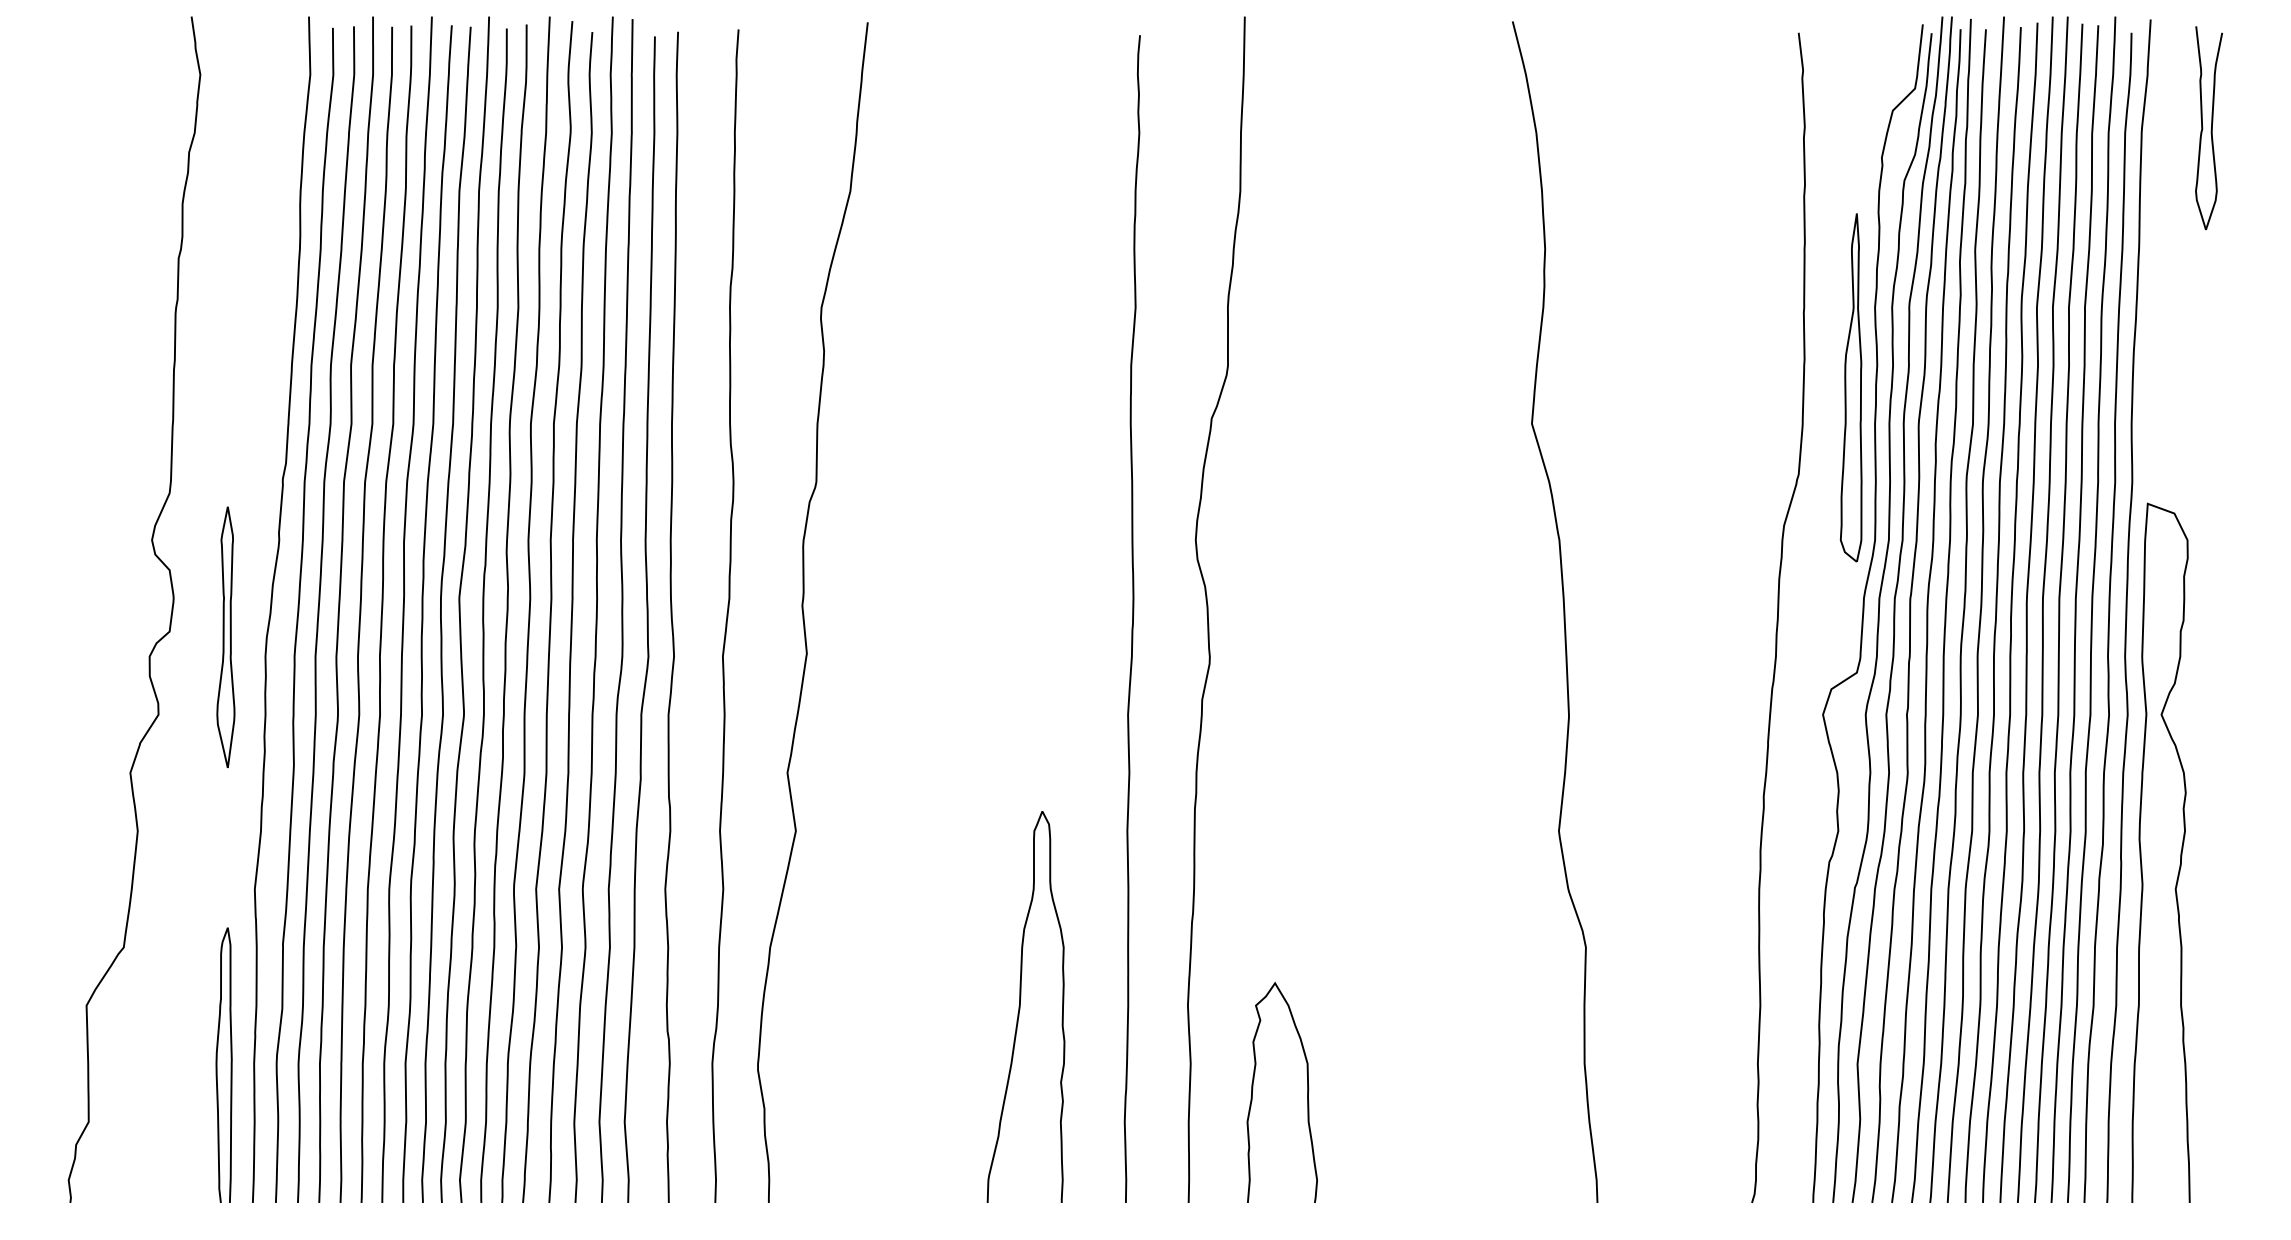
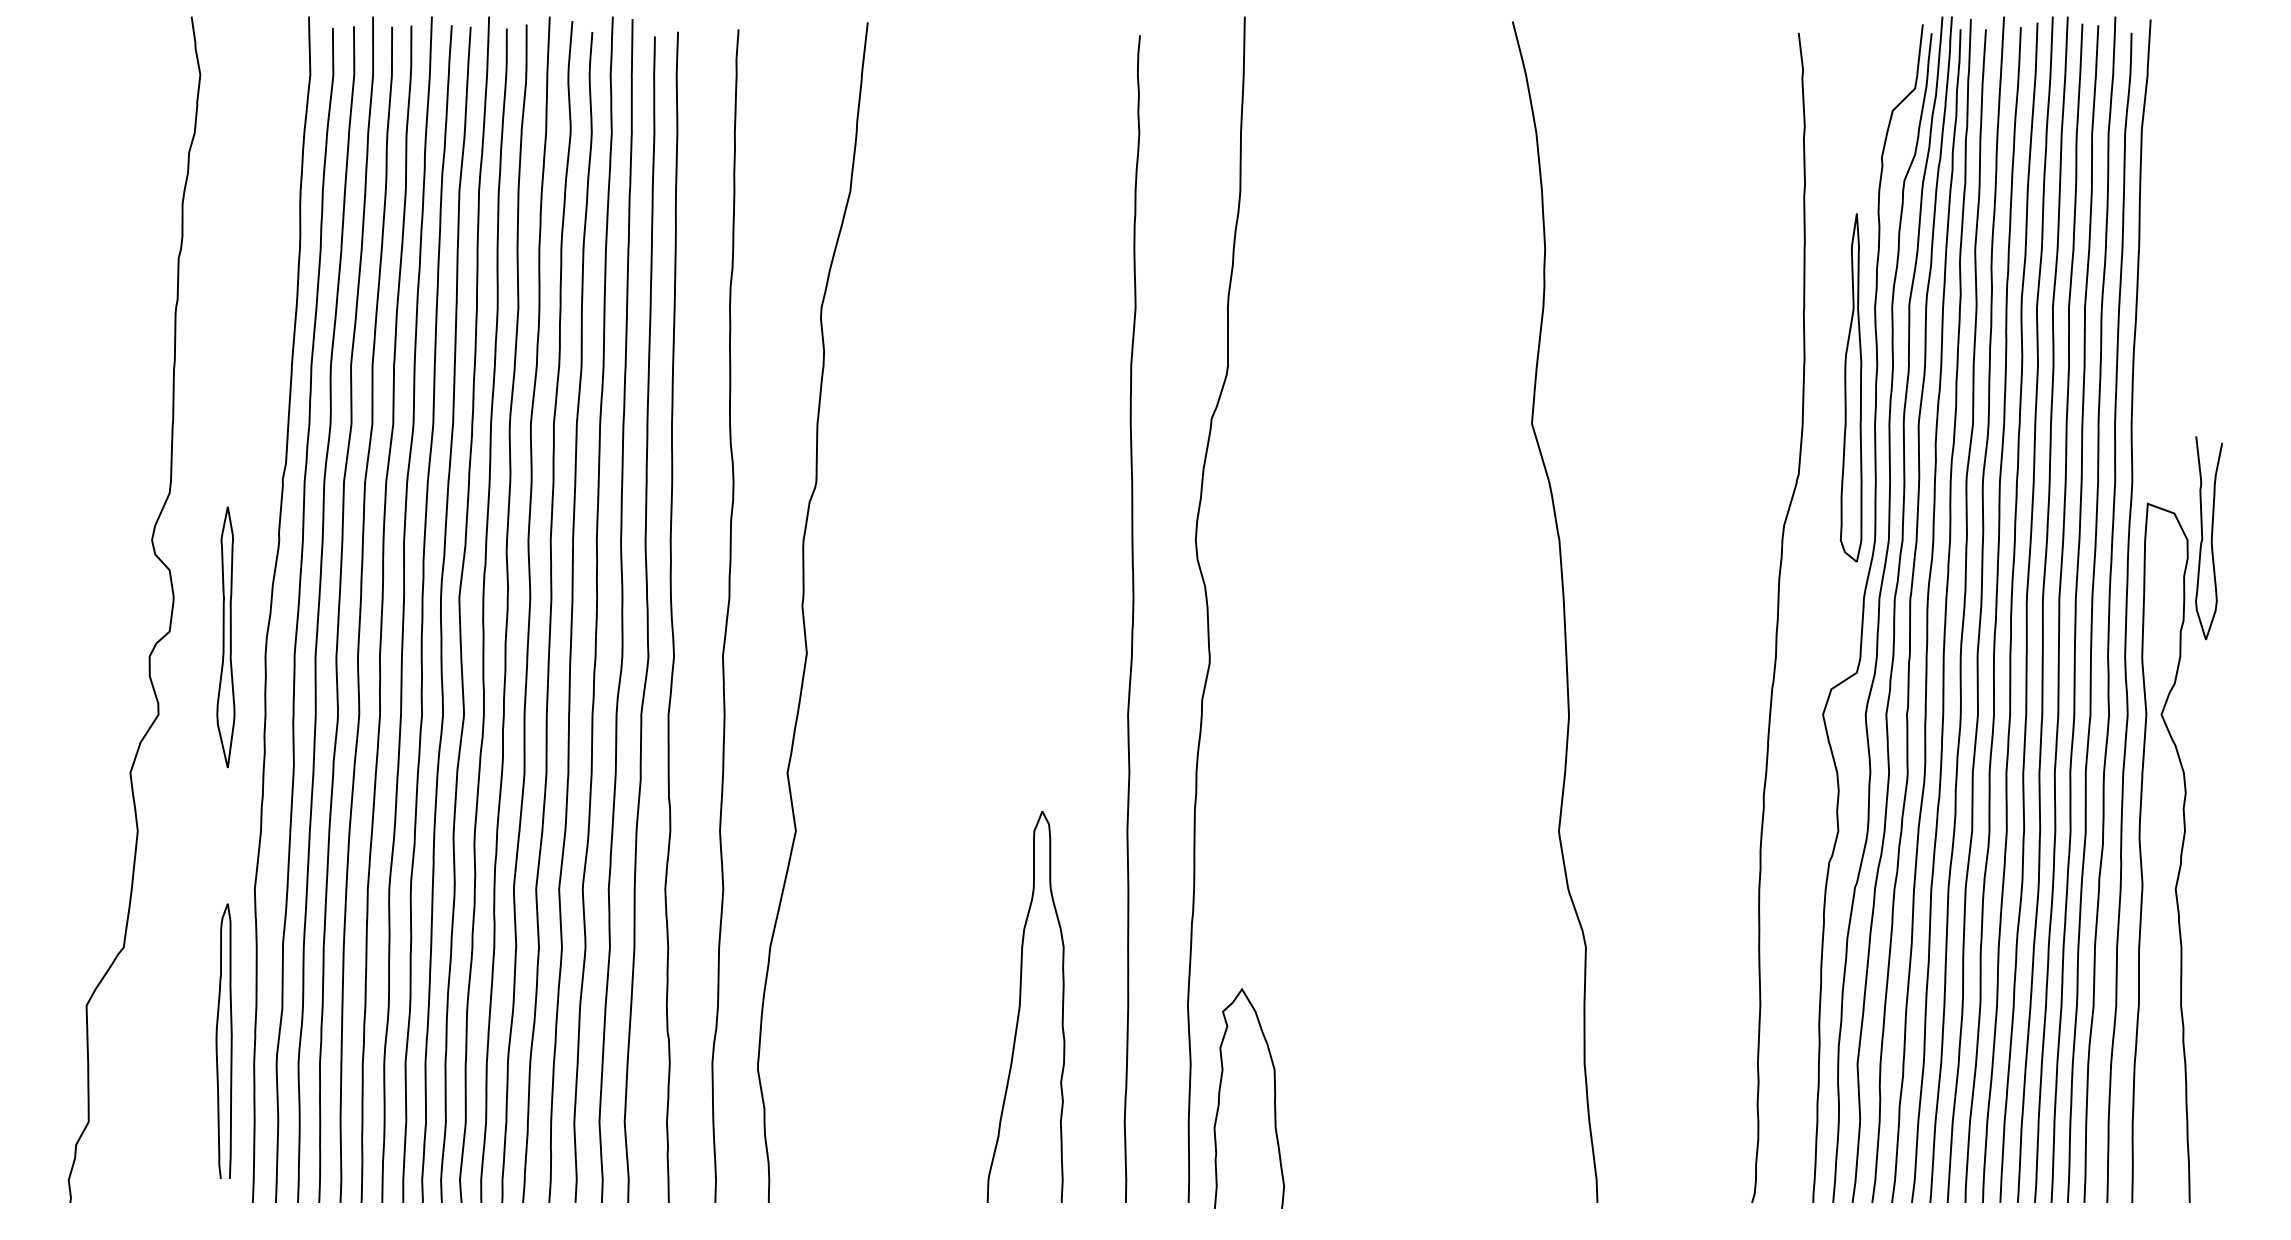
curve at (2211, 128) position: (2211, 128) -> (2211, 538)
curve at (217, 1064) position: (217, 1064) -> (217, 1040)
curve at (1307, 1091) position: (1307, 1091) -> (1274, 1097)
